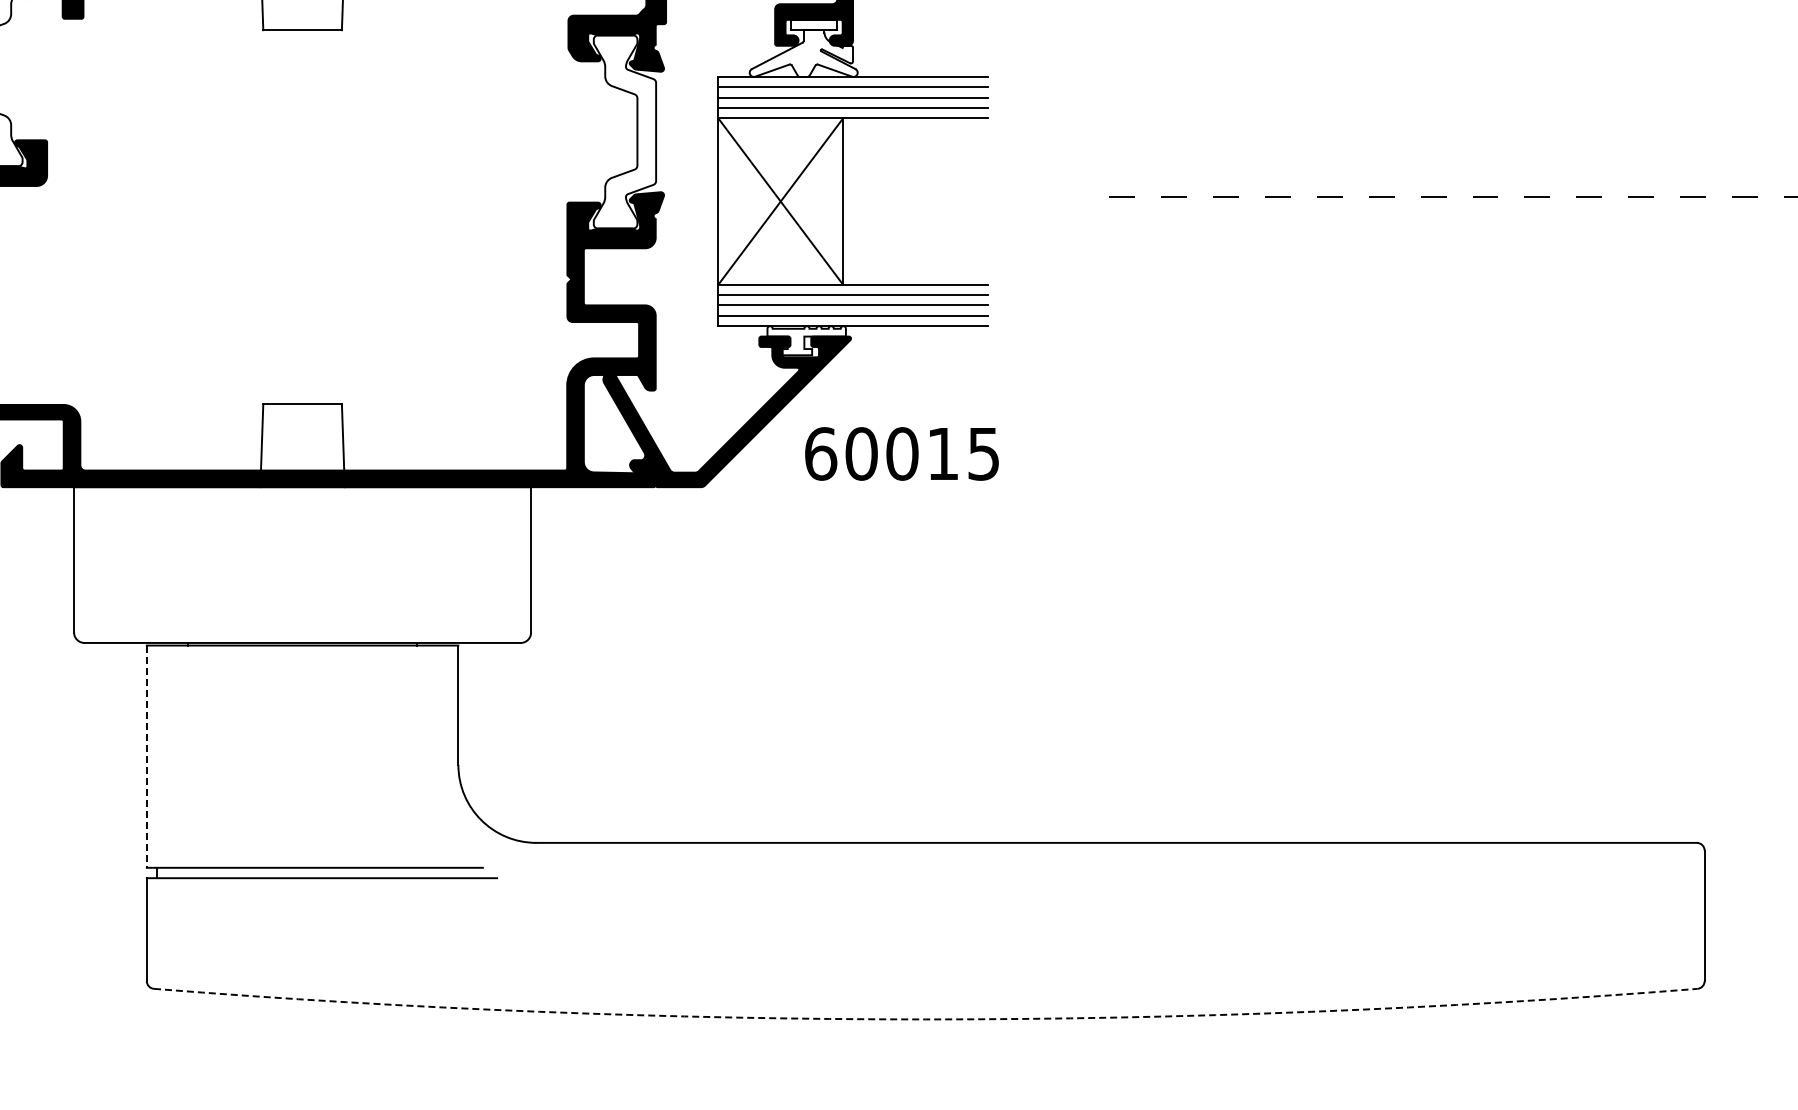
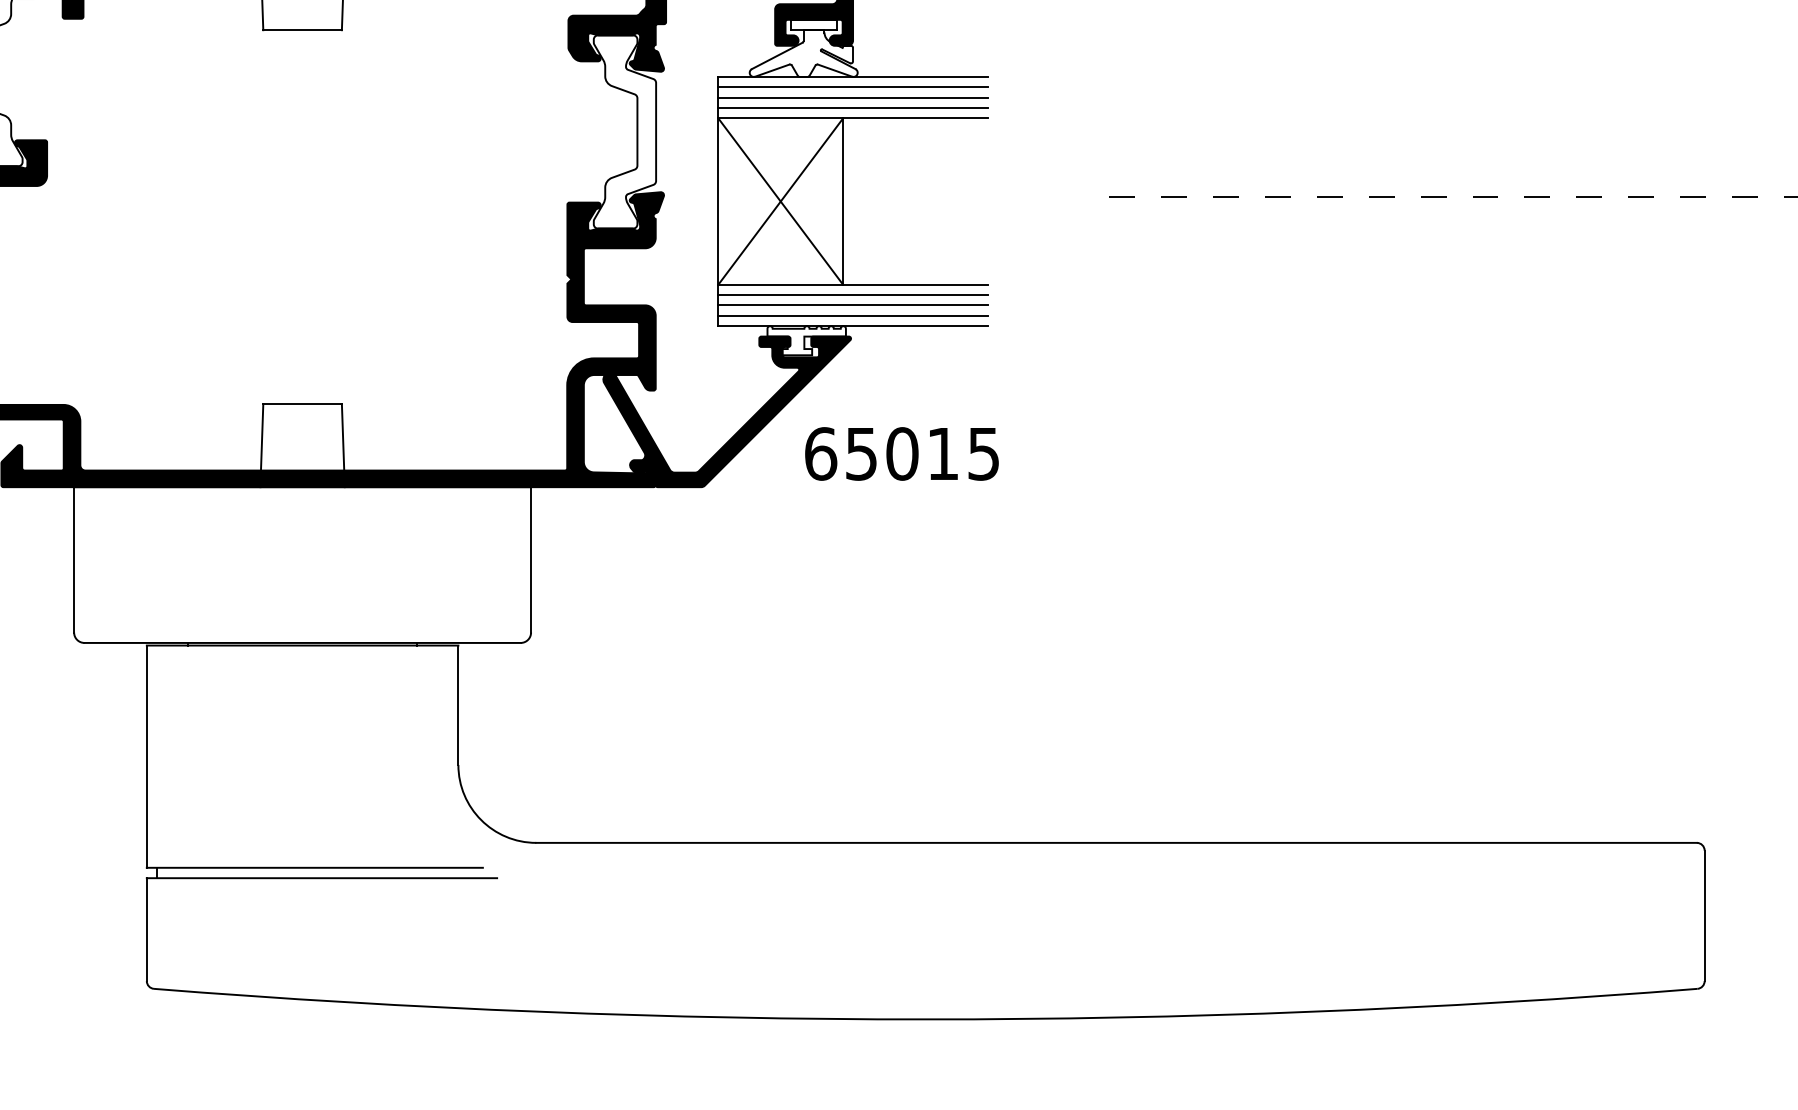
text at (861, 453): 60015 -> 65015
line at (146, 757): dashed -> solid
arc at (925, 1019): dashed -> solid
